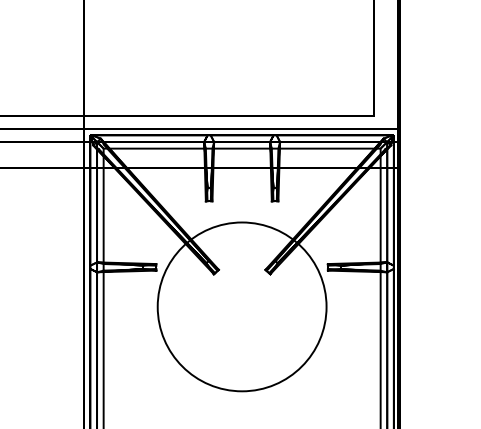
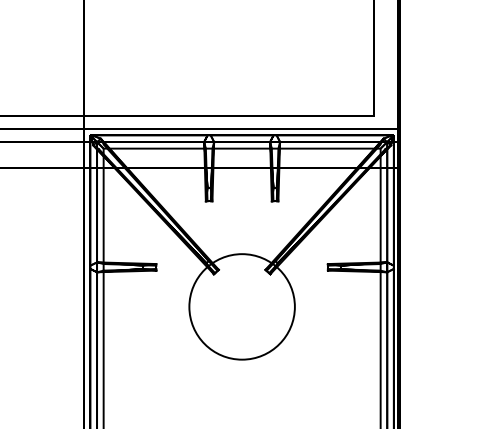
circle at (241, 306) diameter: 169 px -> 106 px
